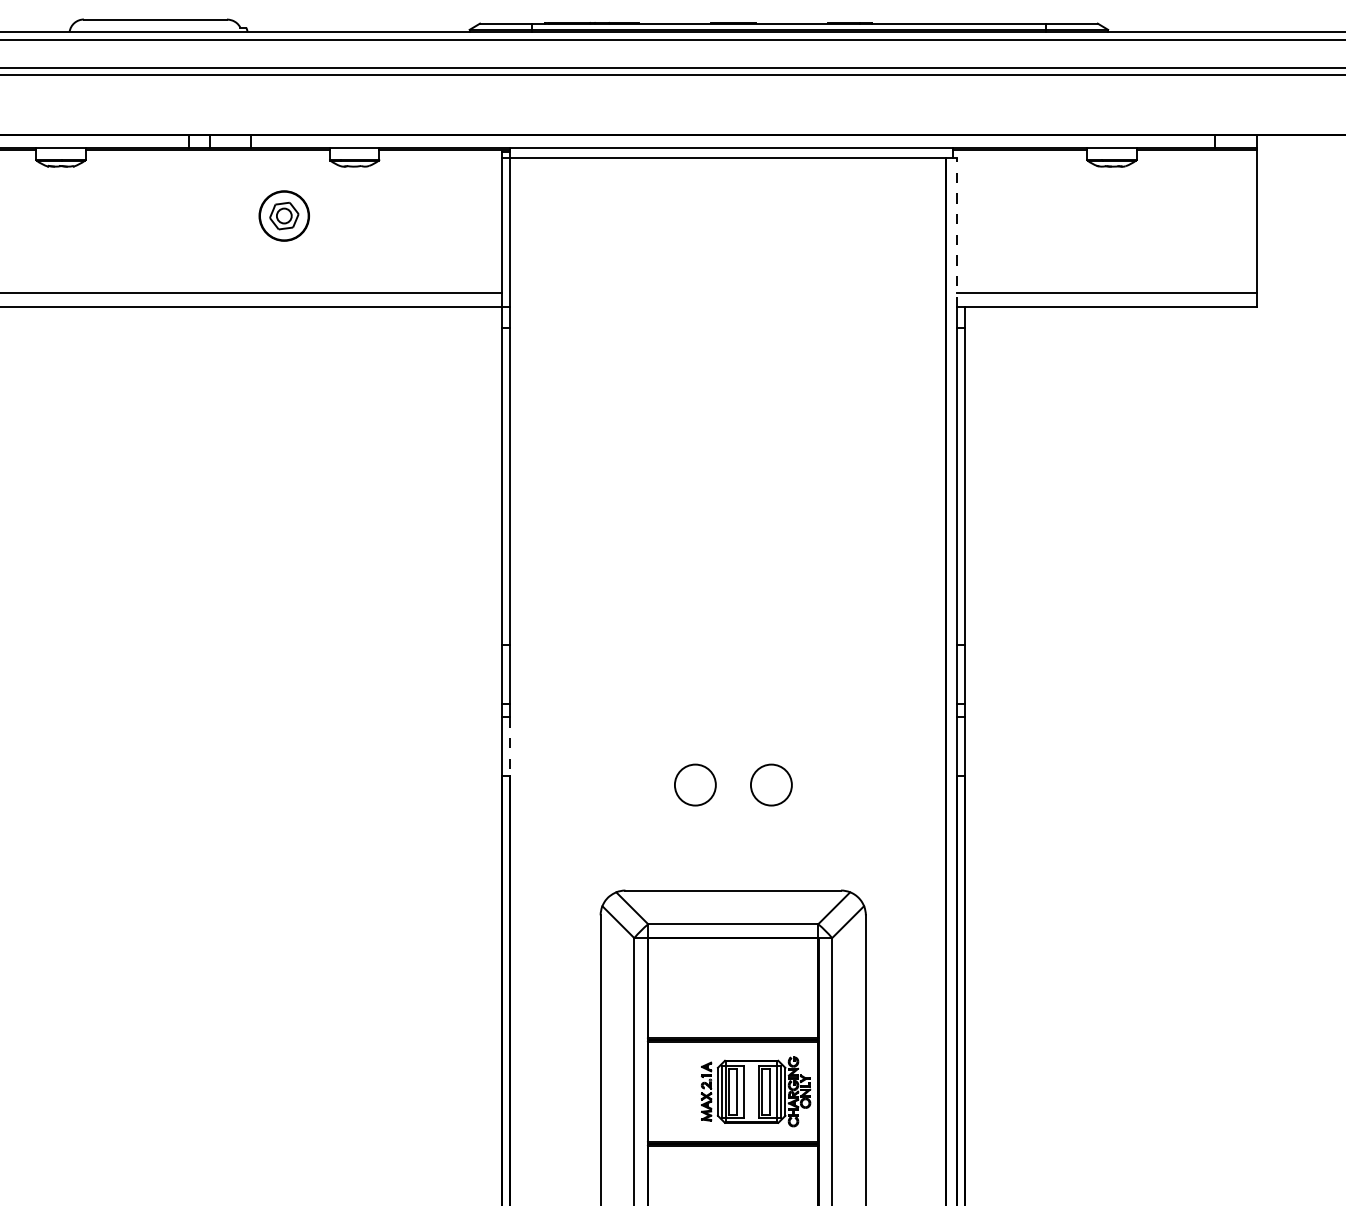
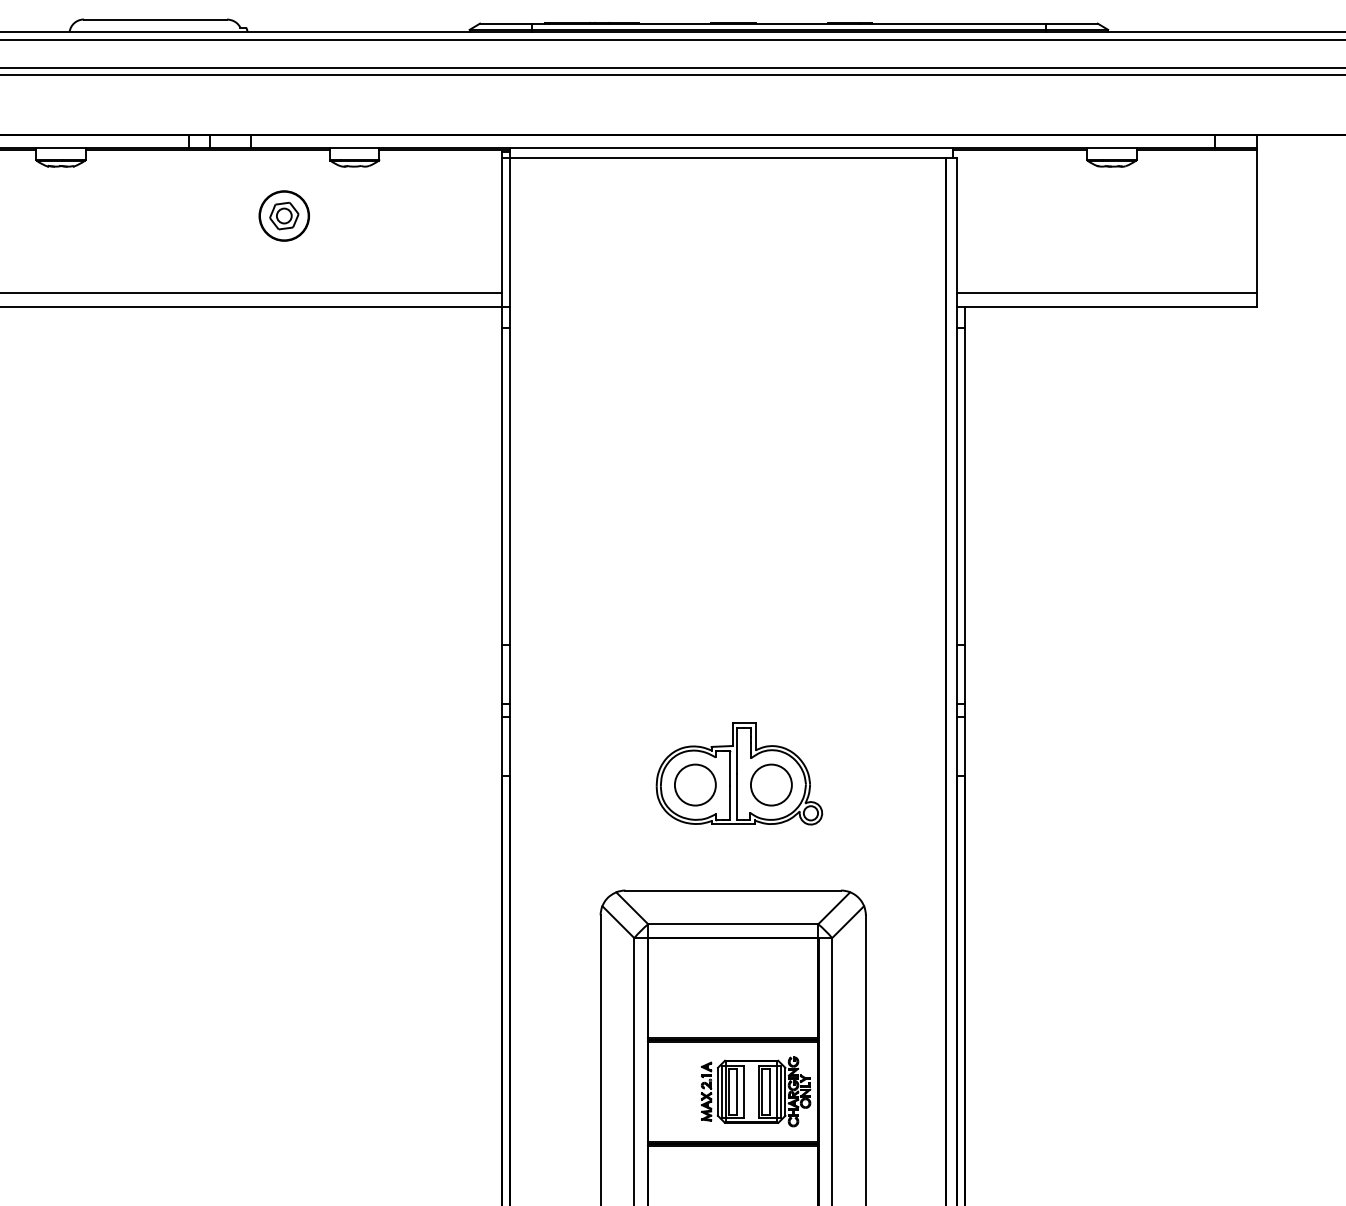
line at (956, 232): dashed -> solid
line at (509, 747): dashed -> solid
part at (739, 773): none -> present
